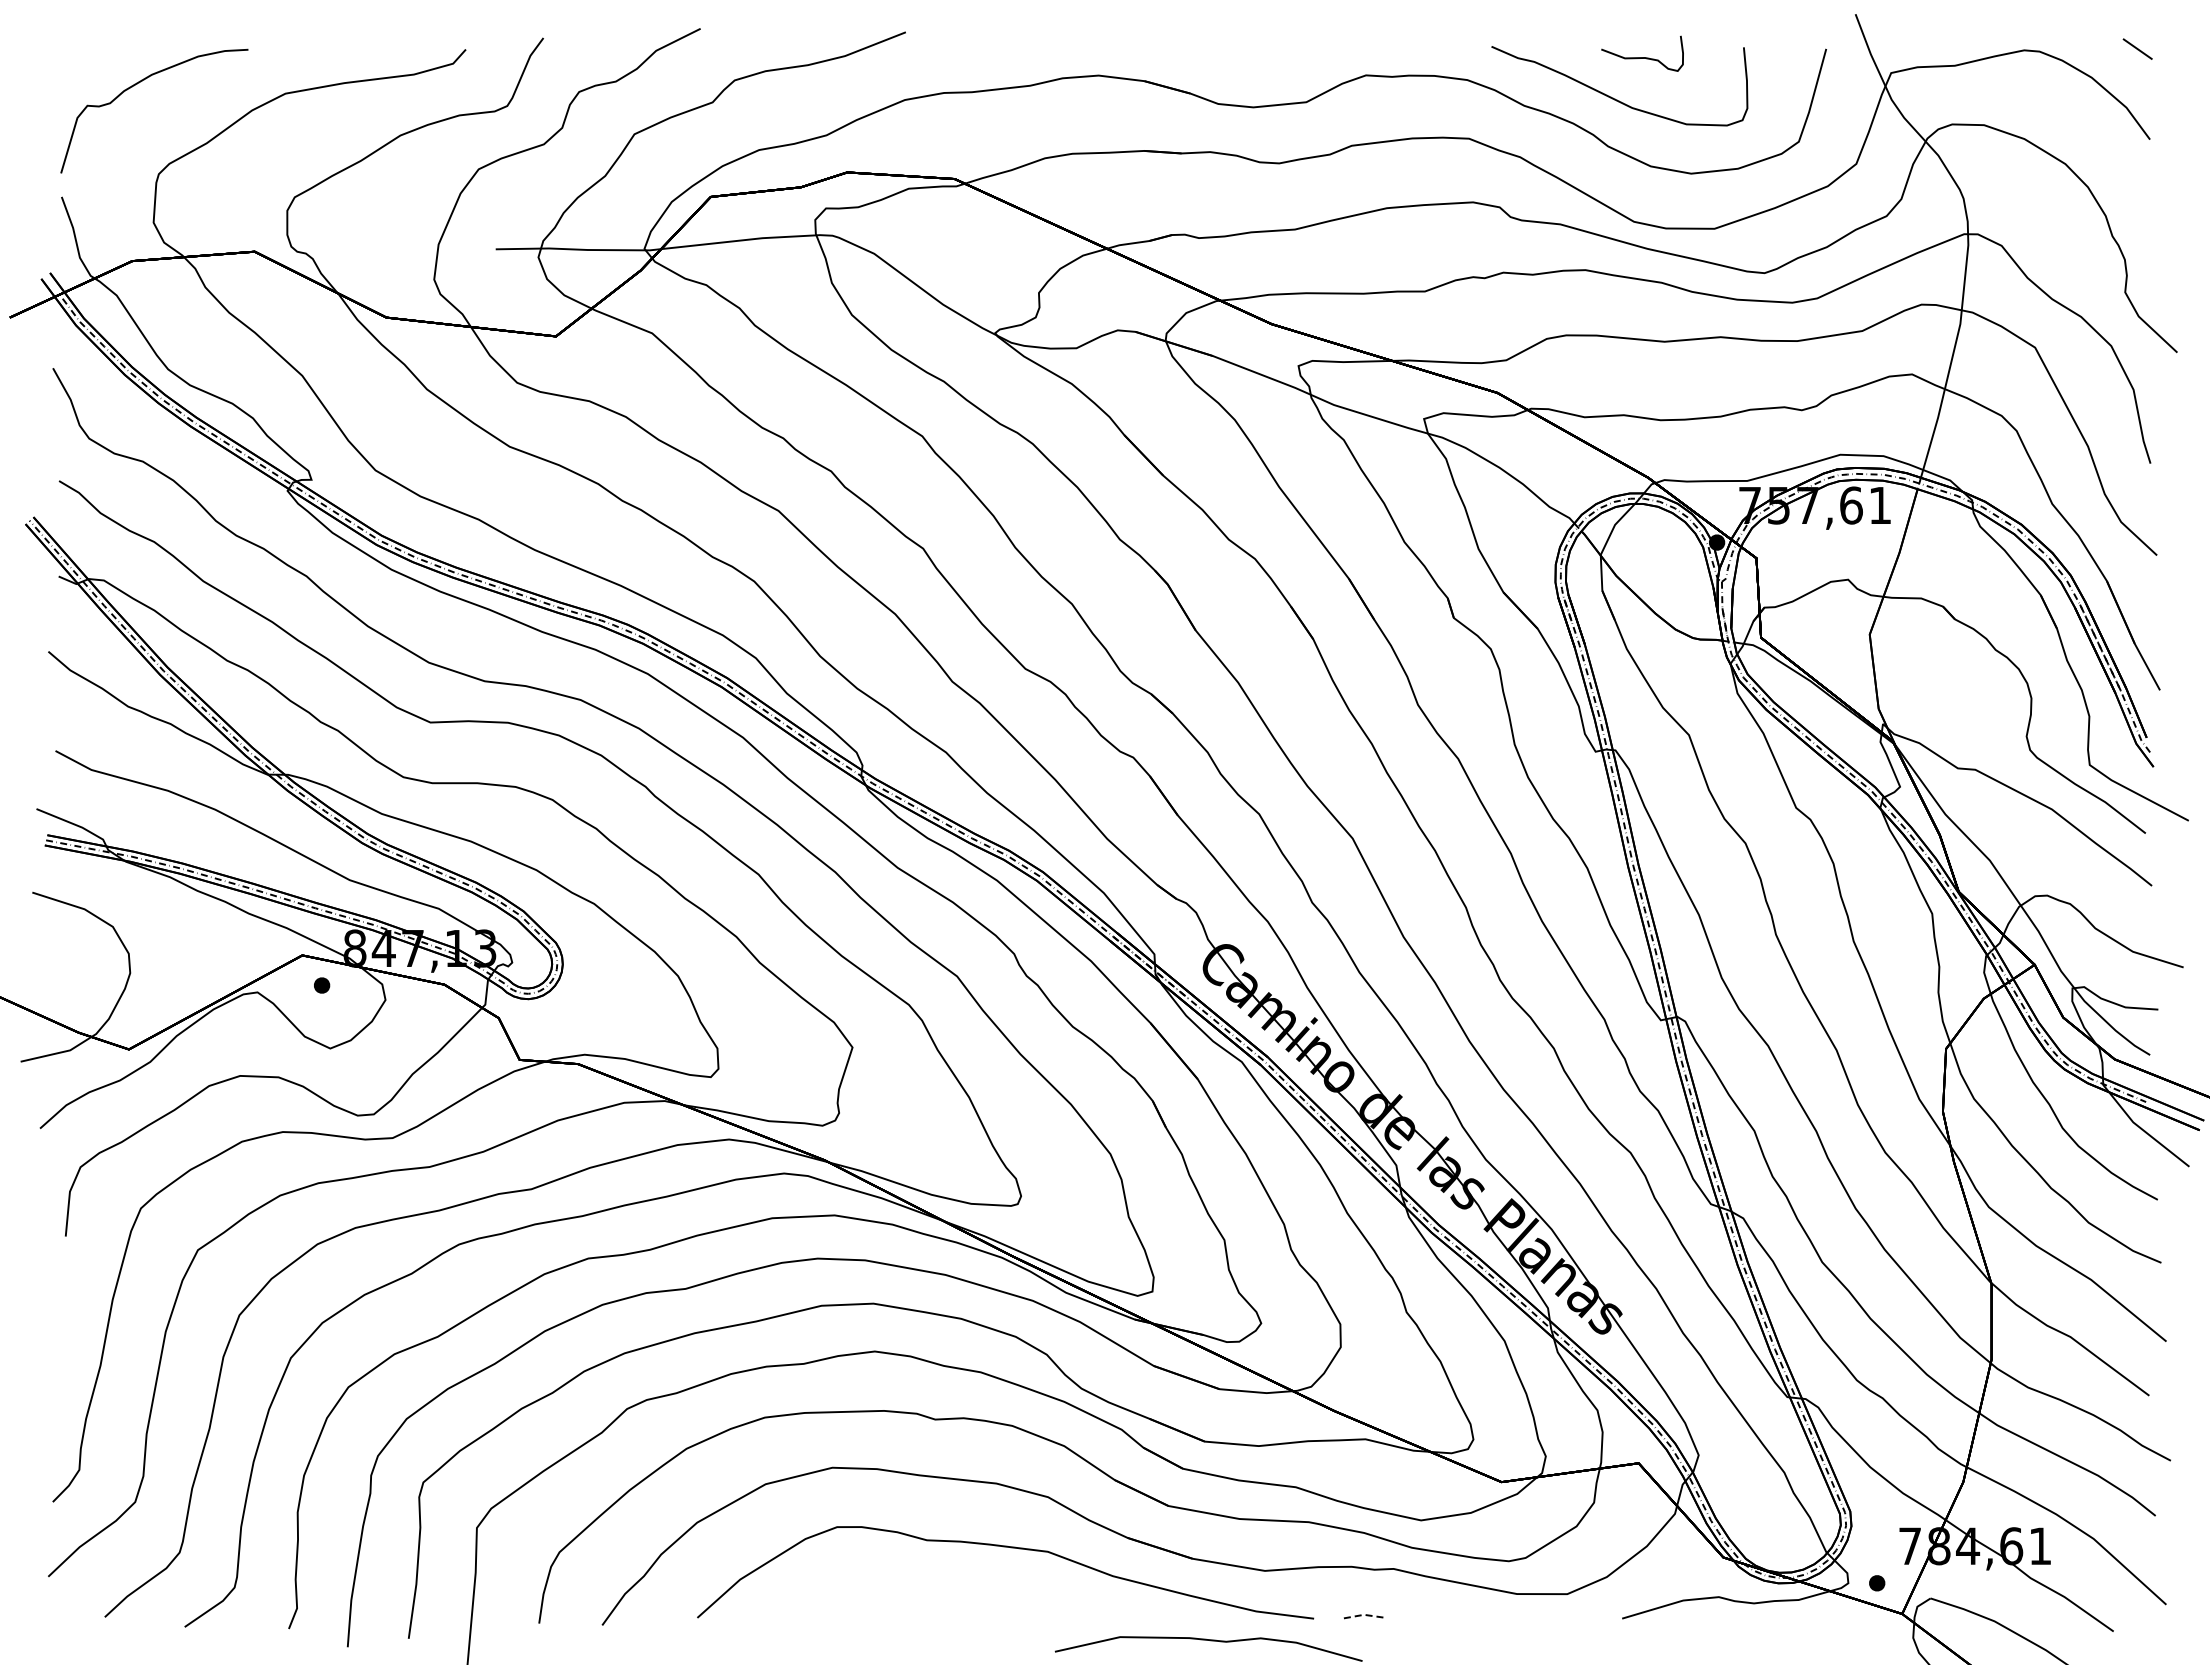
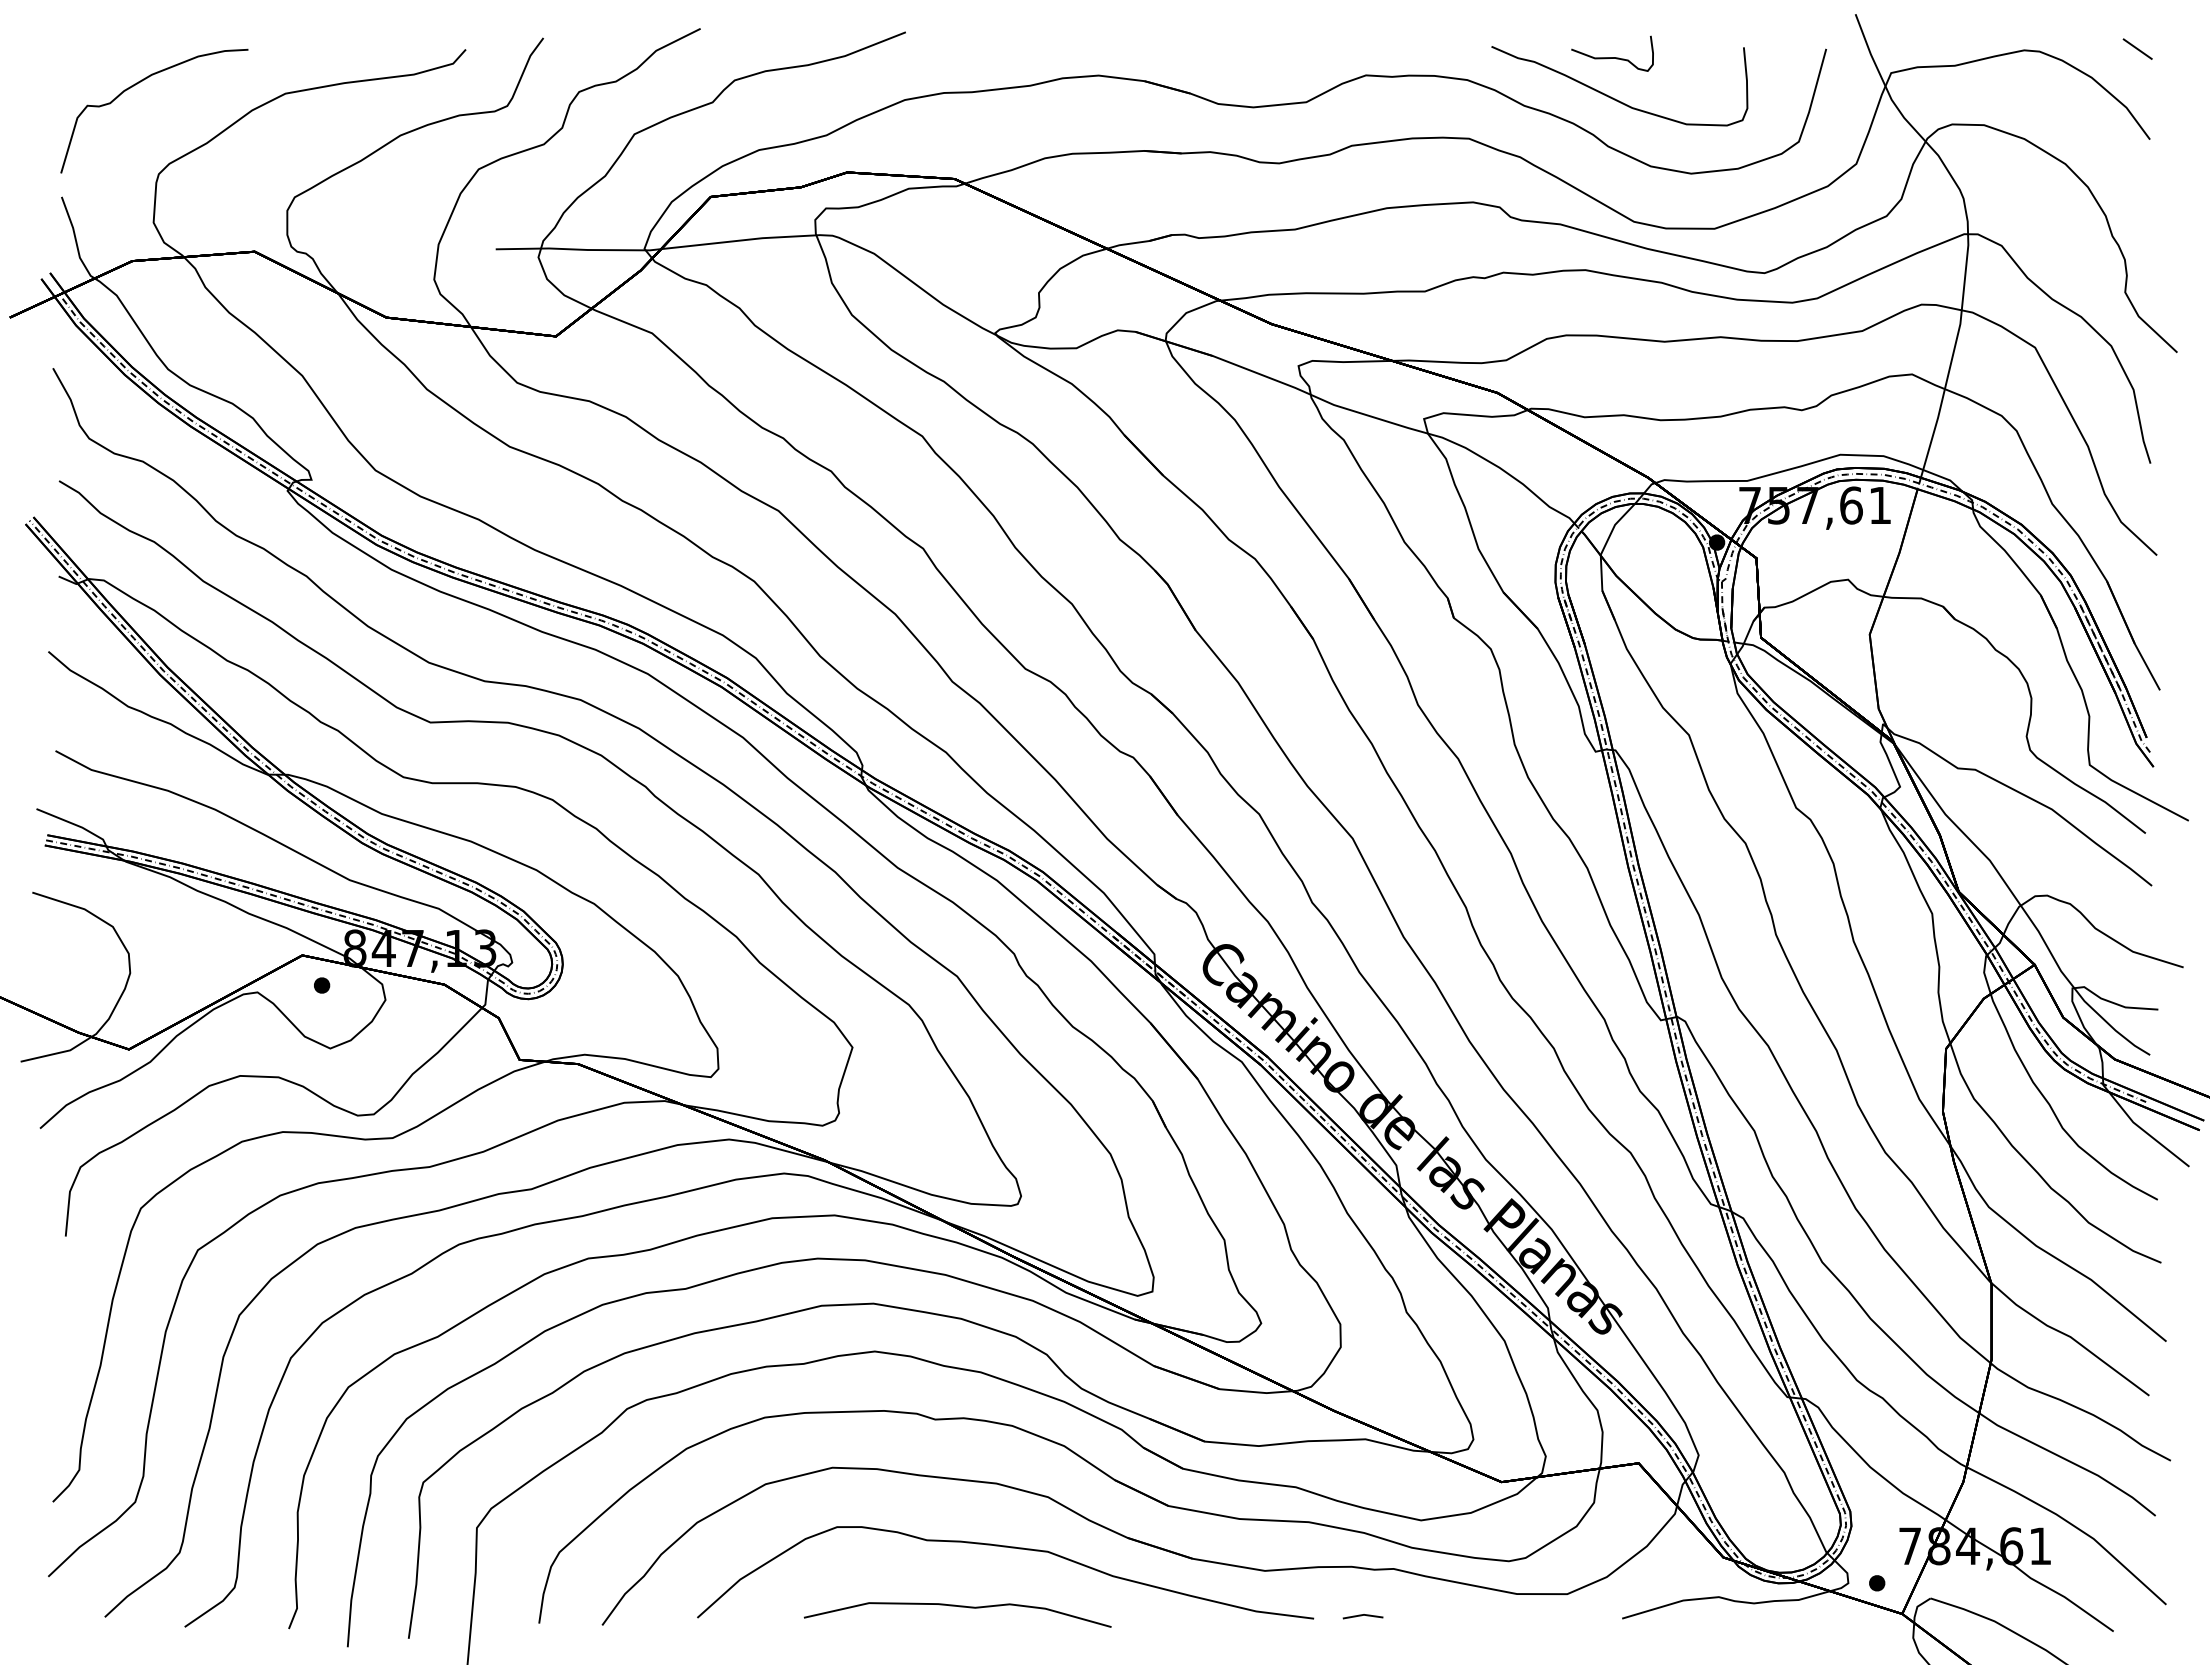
curve at (1642, 57) position: (1642, 57) -> (1612, 57)
line at (1363, 1614): dashed -> solid
curve at (1210, 1641) position: (1210, 1641) -> (959, 1607)
